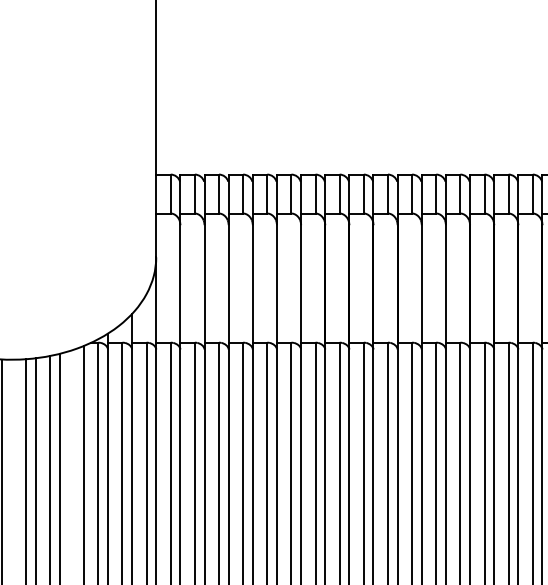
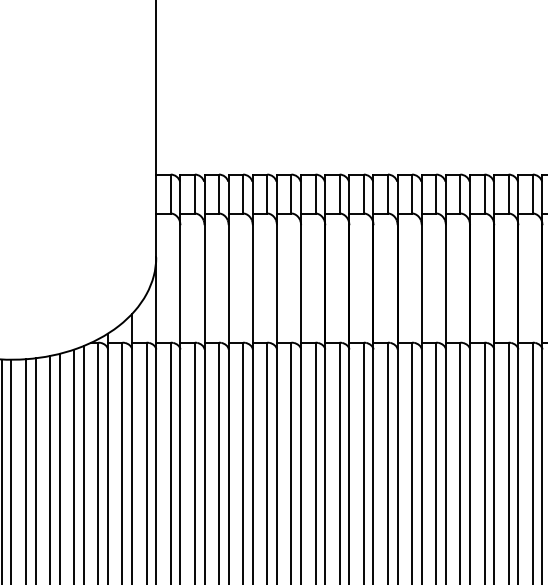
line at (74, 465): none -> present
line at (11, 470): none -> present
